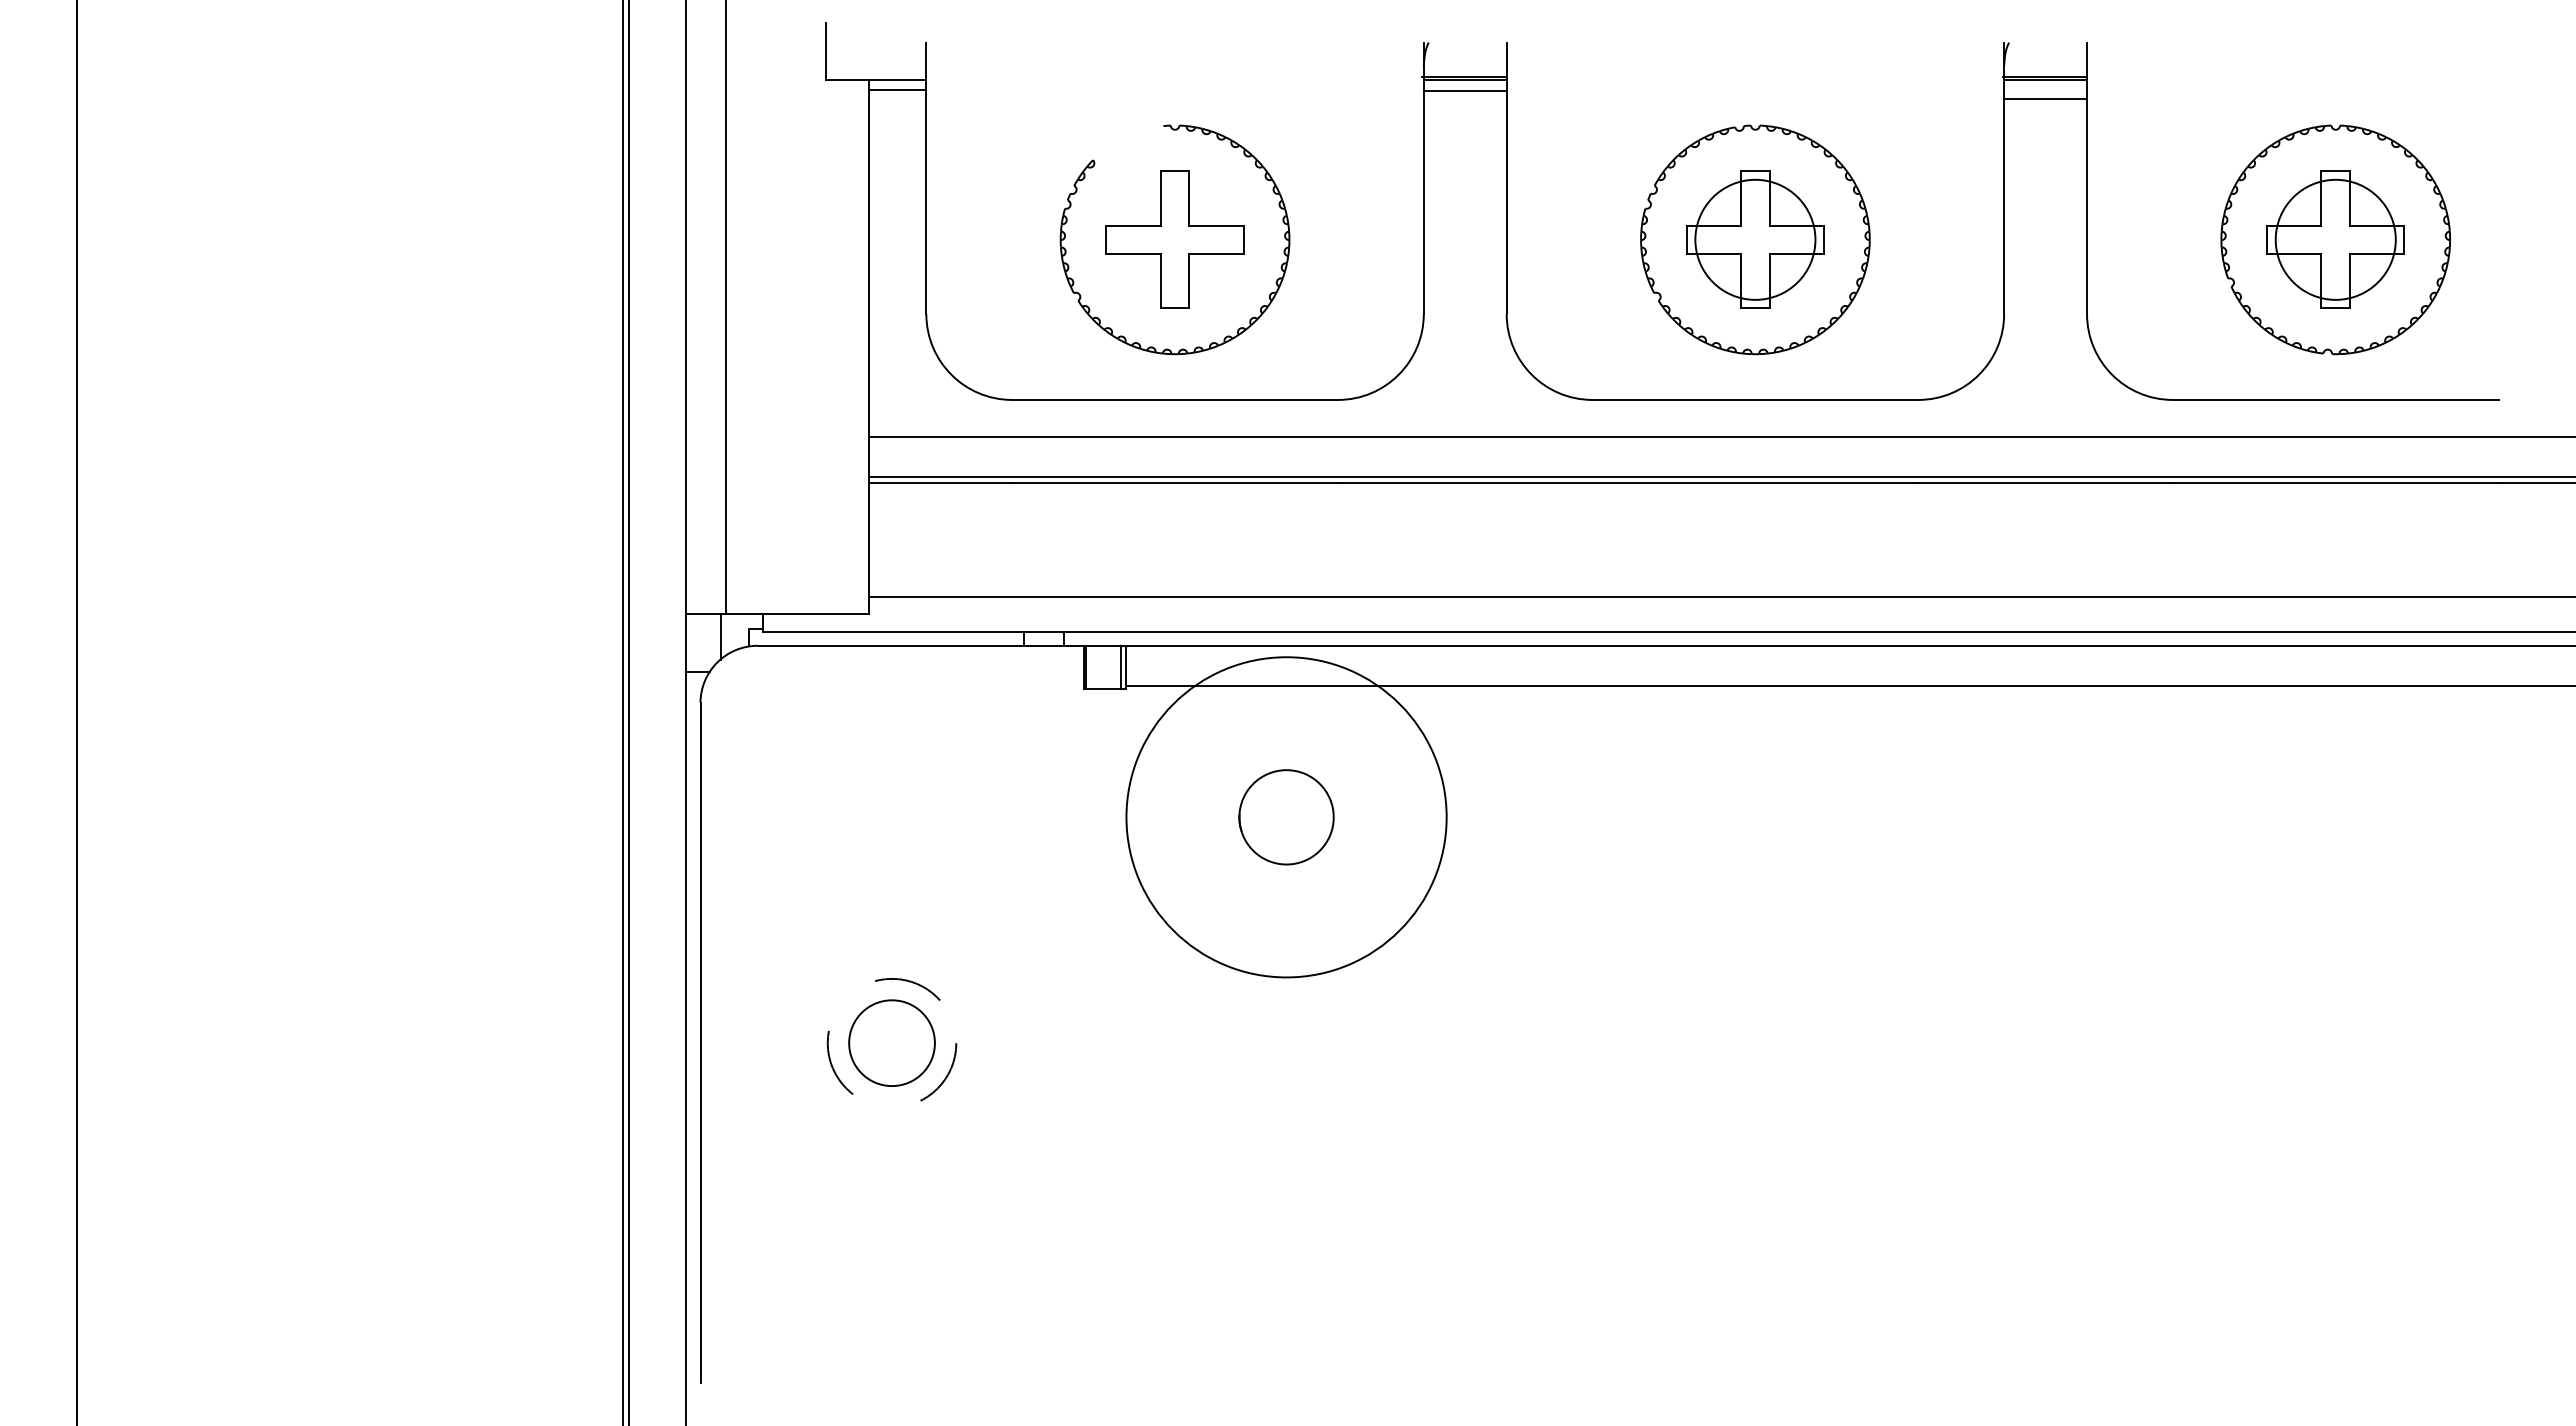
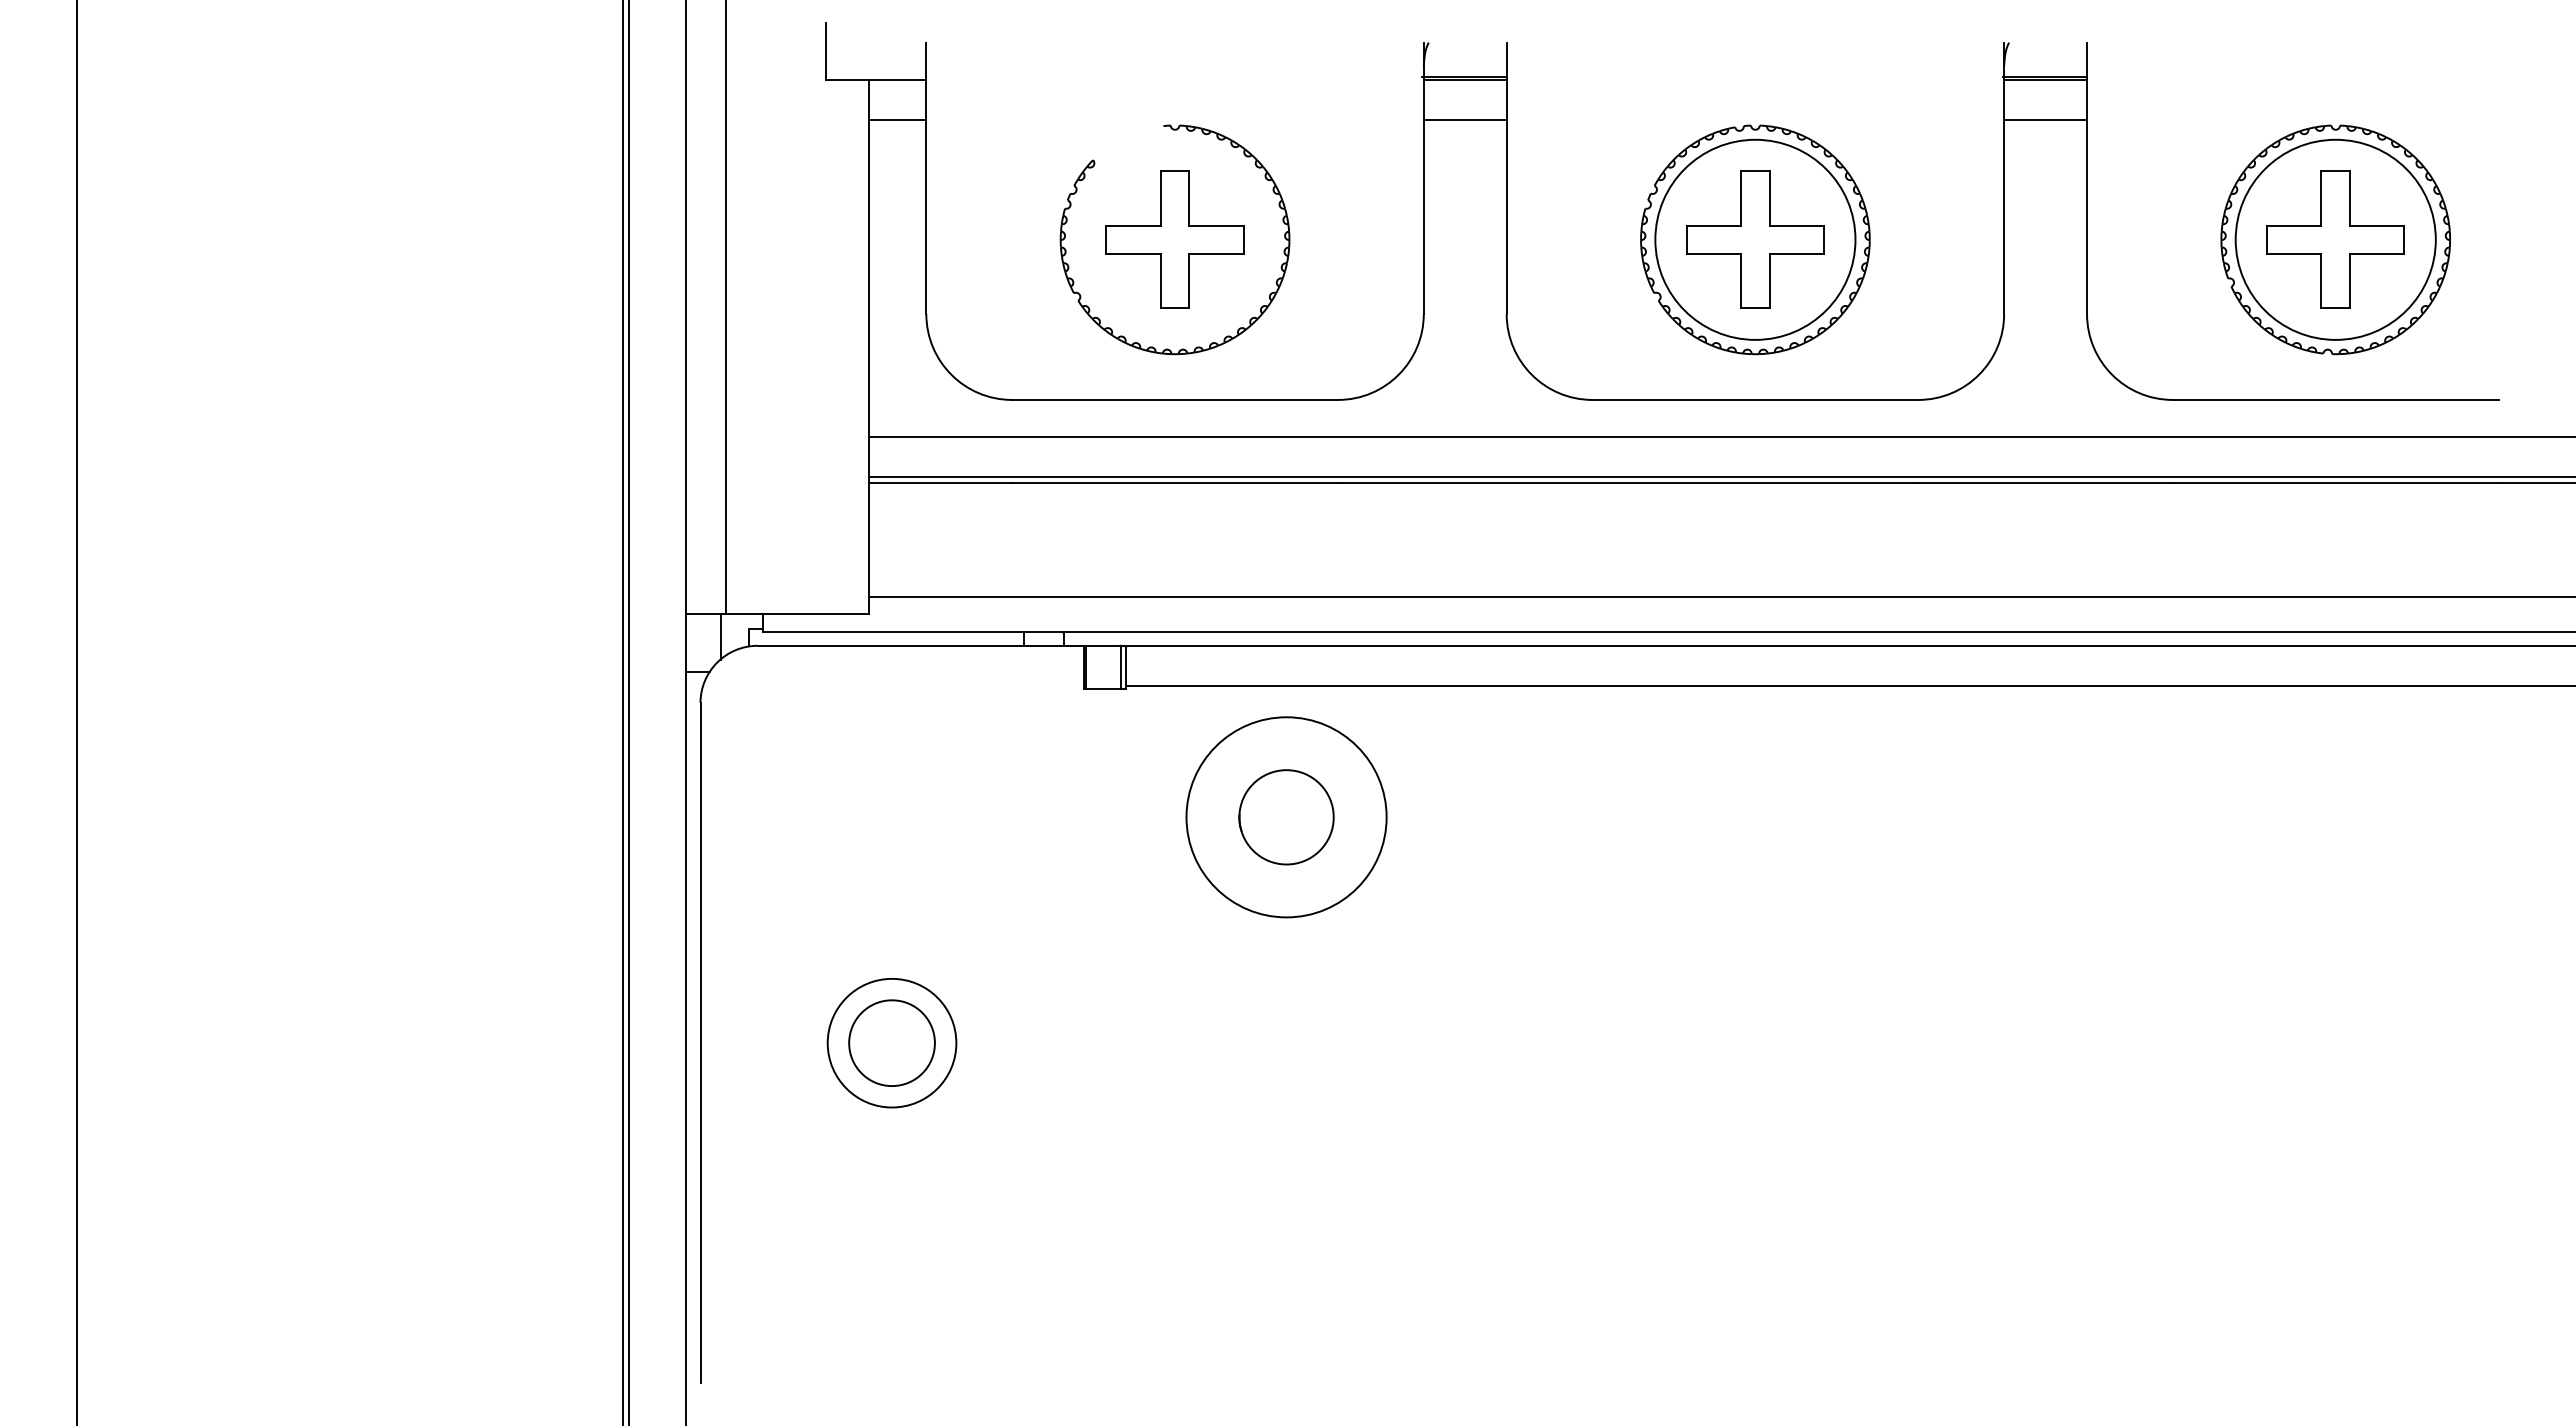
line at (897, 89) position: (897, 89) -> (897, 119)
line at (1464, 90) position: (1464, 90) -> (1464, 119)
line at (2045, 98) position: (2045, 98) -> (2045, 119)
circle at (1755, 239) diameter: 120 px -> 200 px
circle at (2335, 239) diameter: 120 px -> 200 px
circle at (1286, 817) diameter: 320 px -> 200 px
circle at (891, 1042): dashed -> solid
